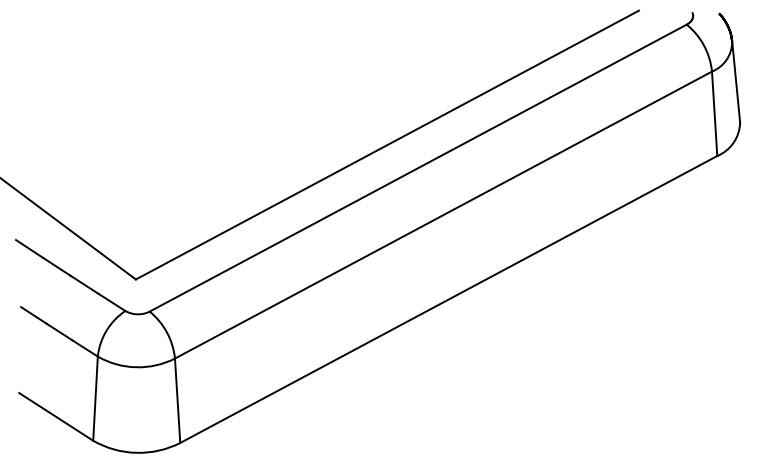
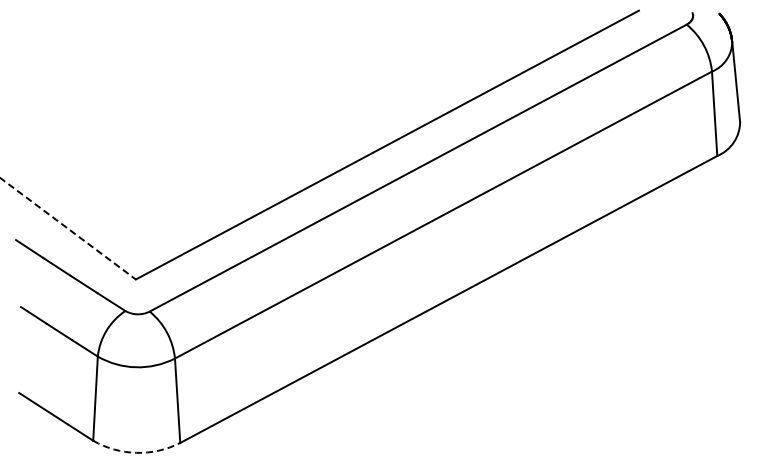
line at (68, 229): solid -> dashed
arc at (136, 452): solid -> dashed
